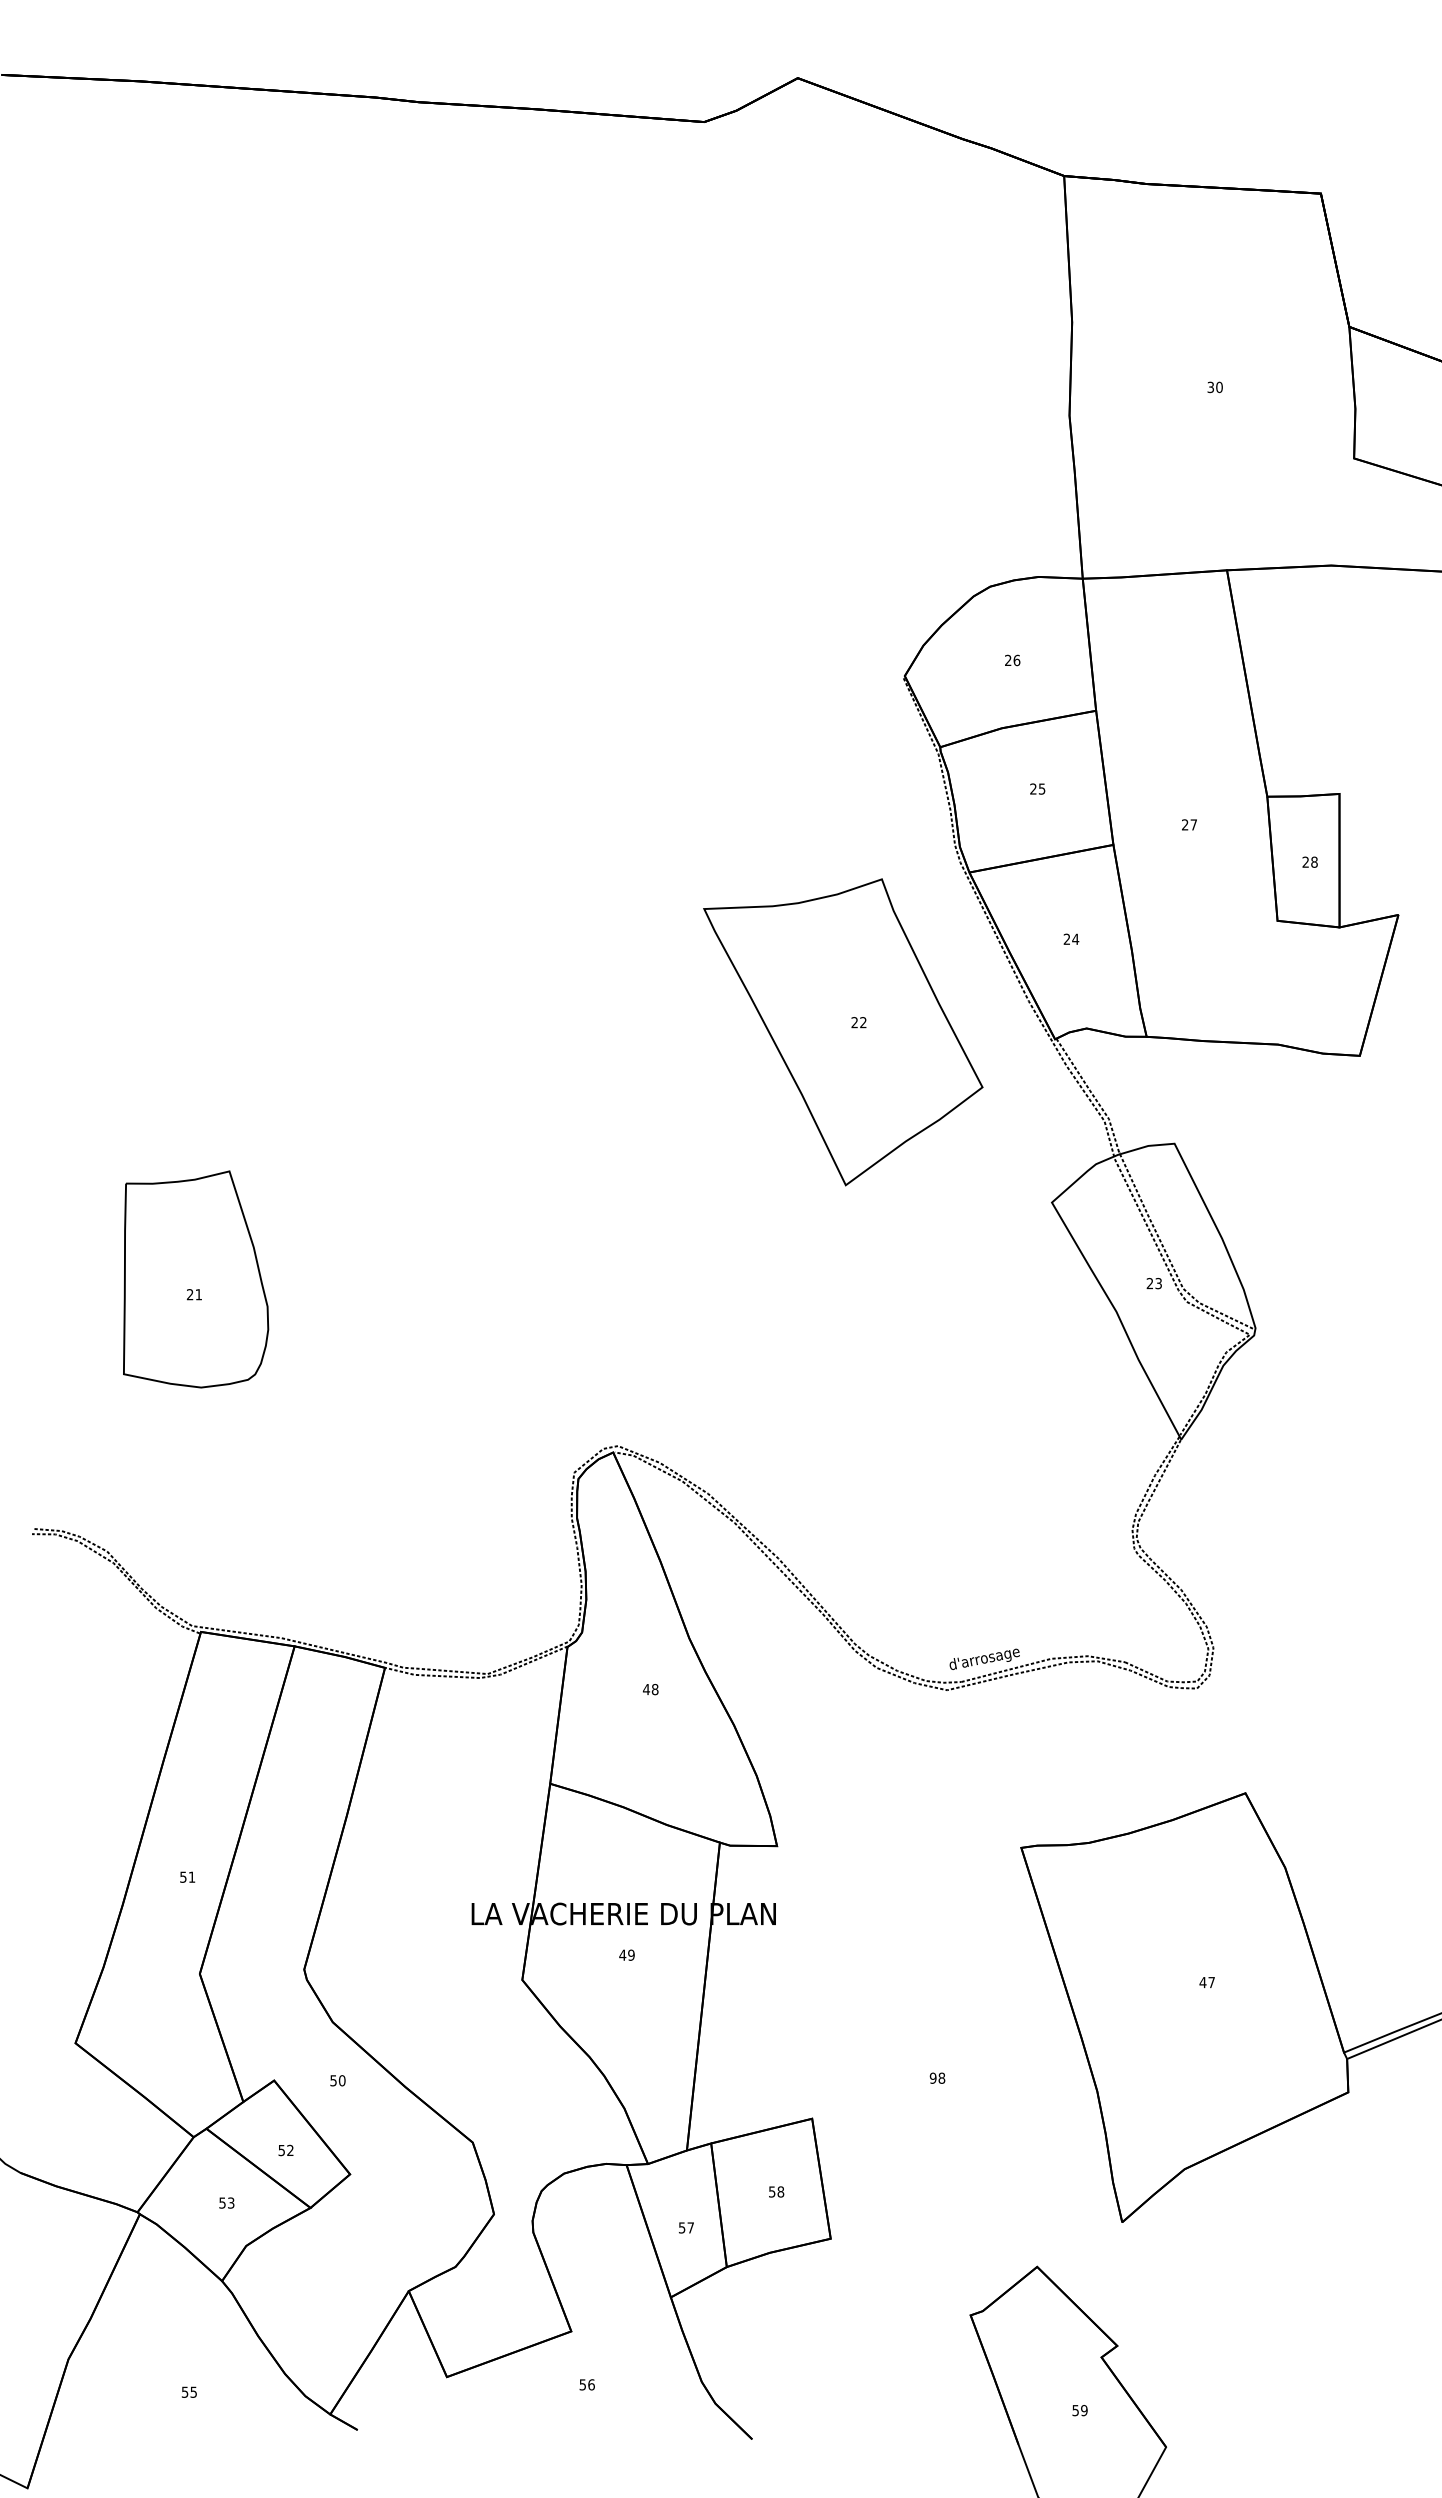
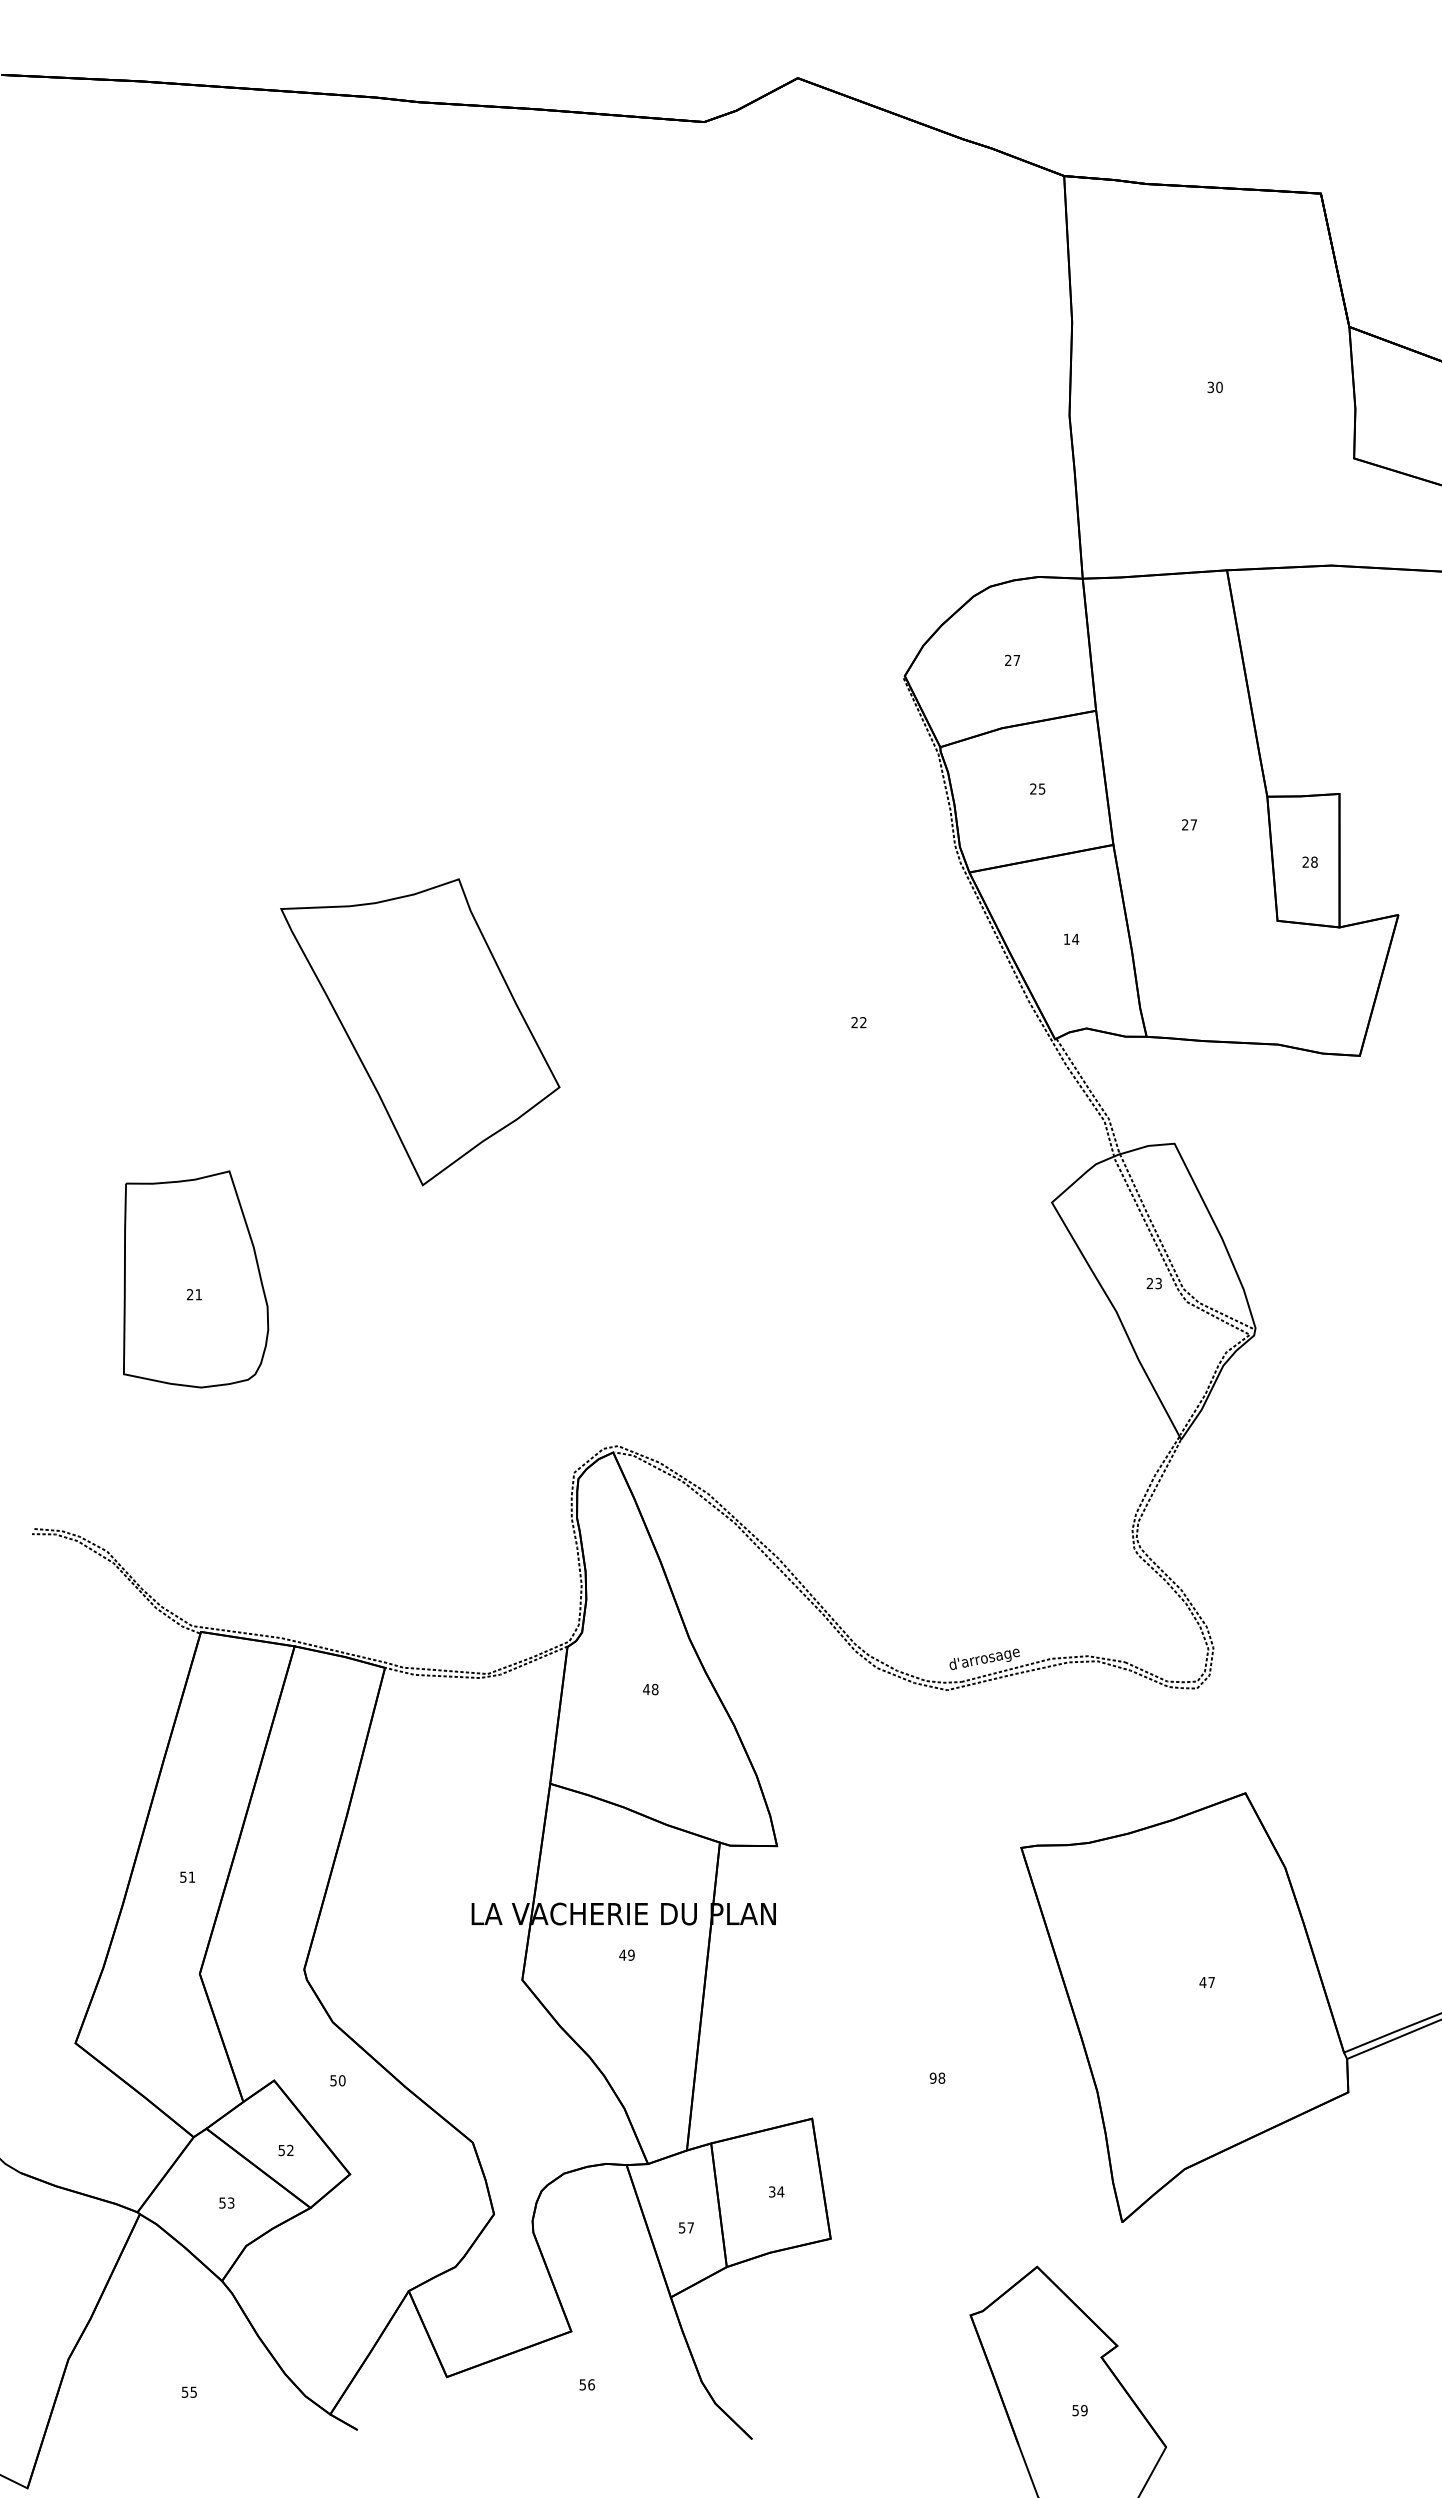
text at (1016, 660): 26 -> 27
text at (1066, 938): 24 -> 14
part at (843, 1032) position: (843, 1032) -> (420, 1032)
text at (776, 2191): 58 -> 34
